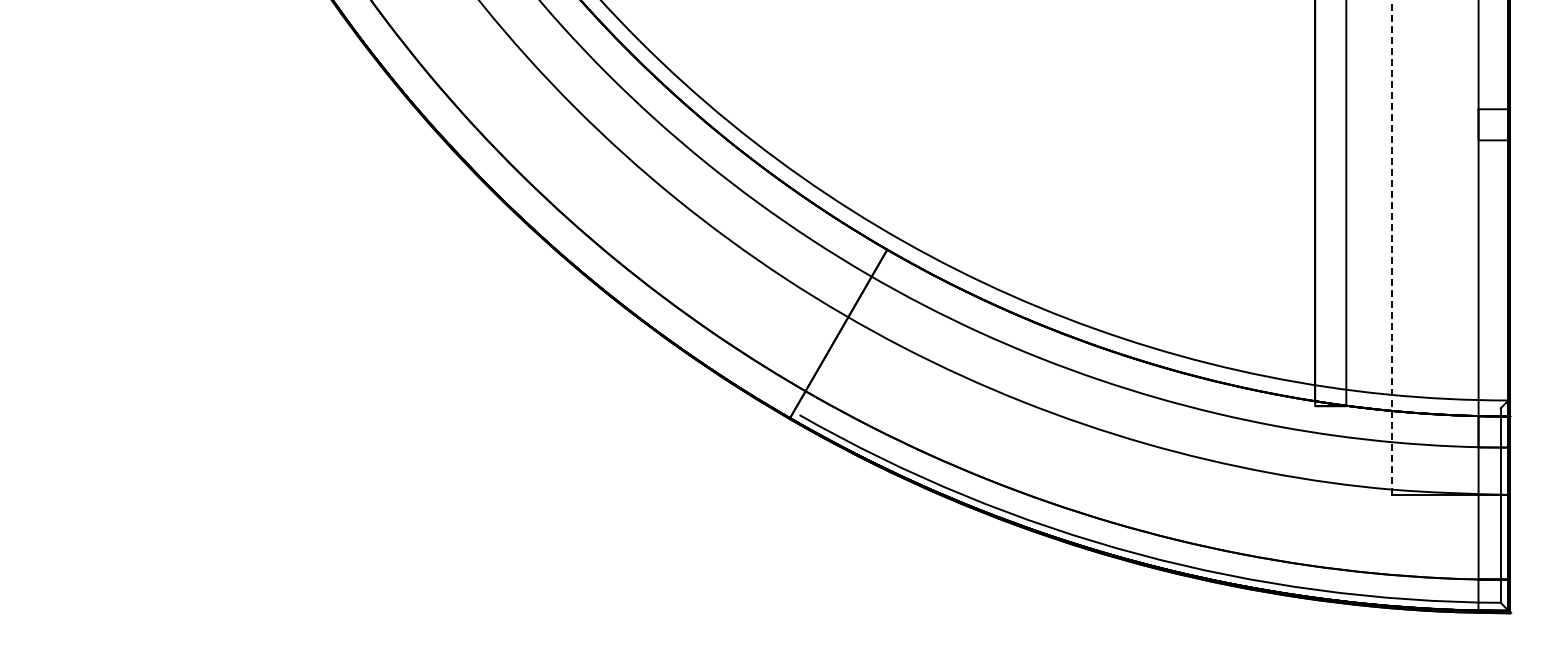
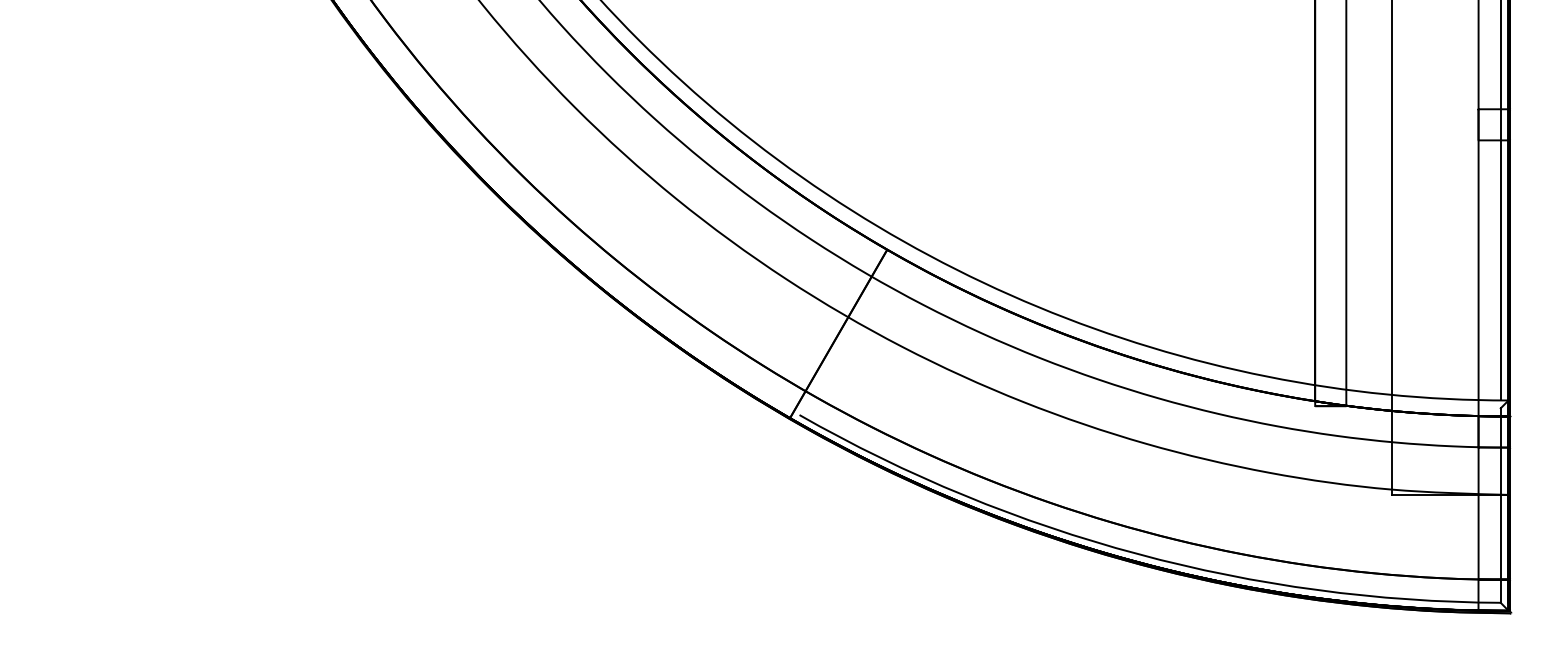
line at (1500, 201): none -> present
line at (1392, 247): dashed -> solid
